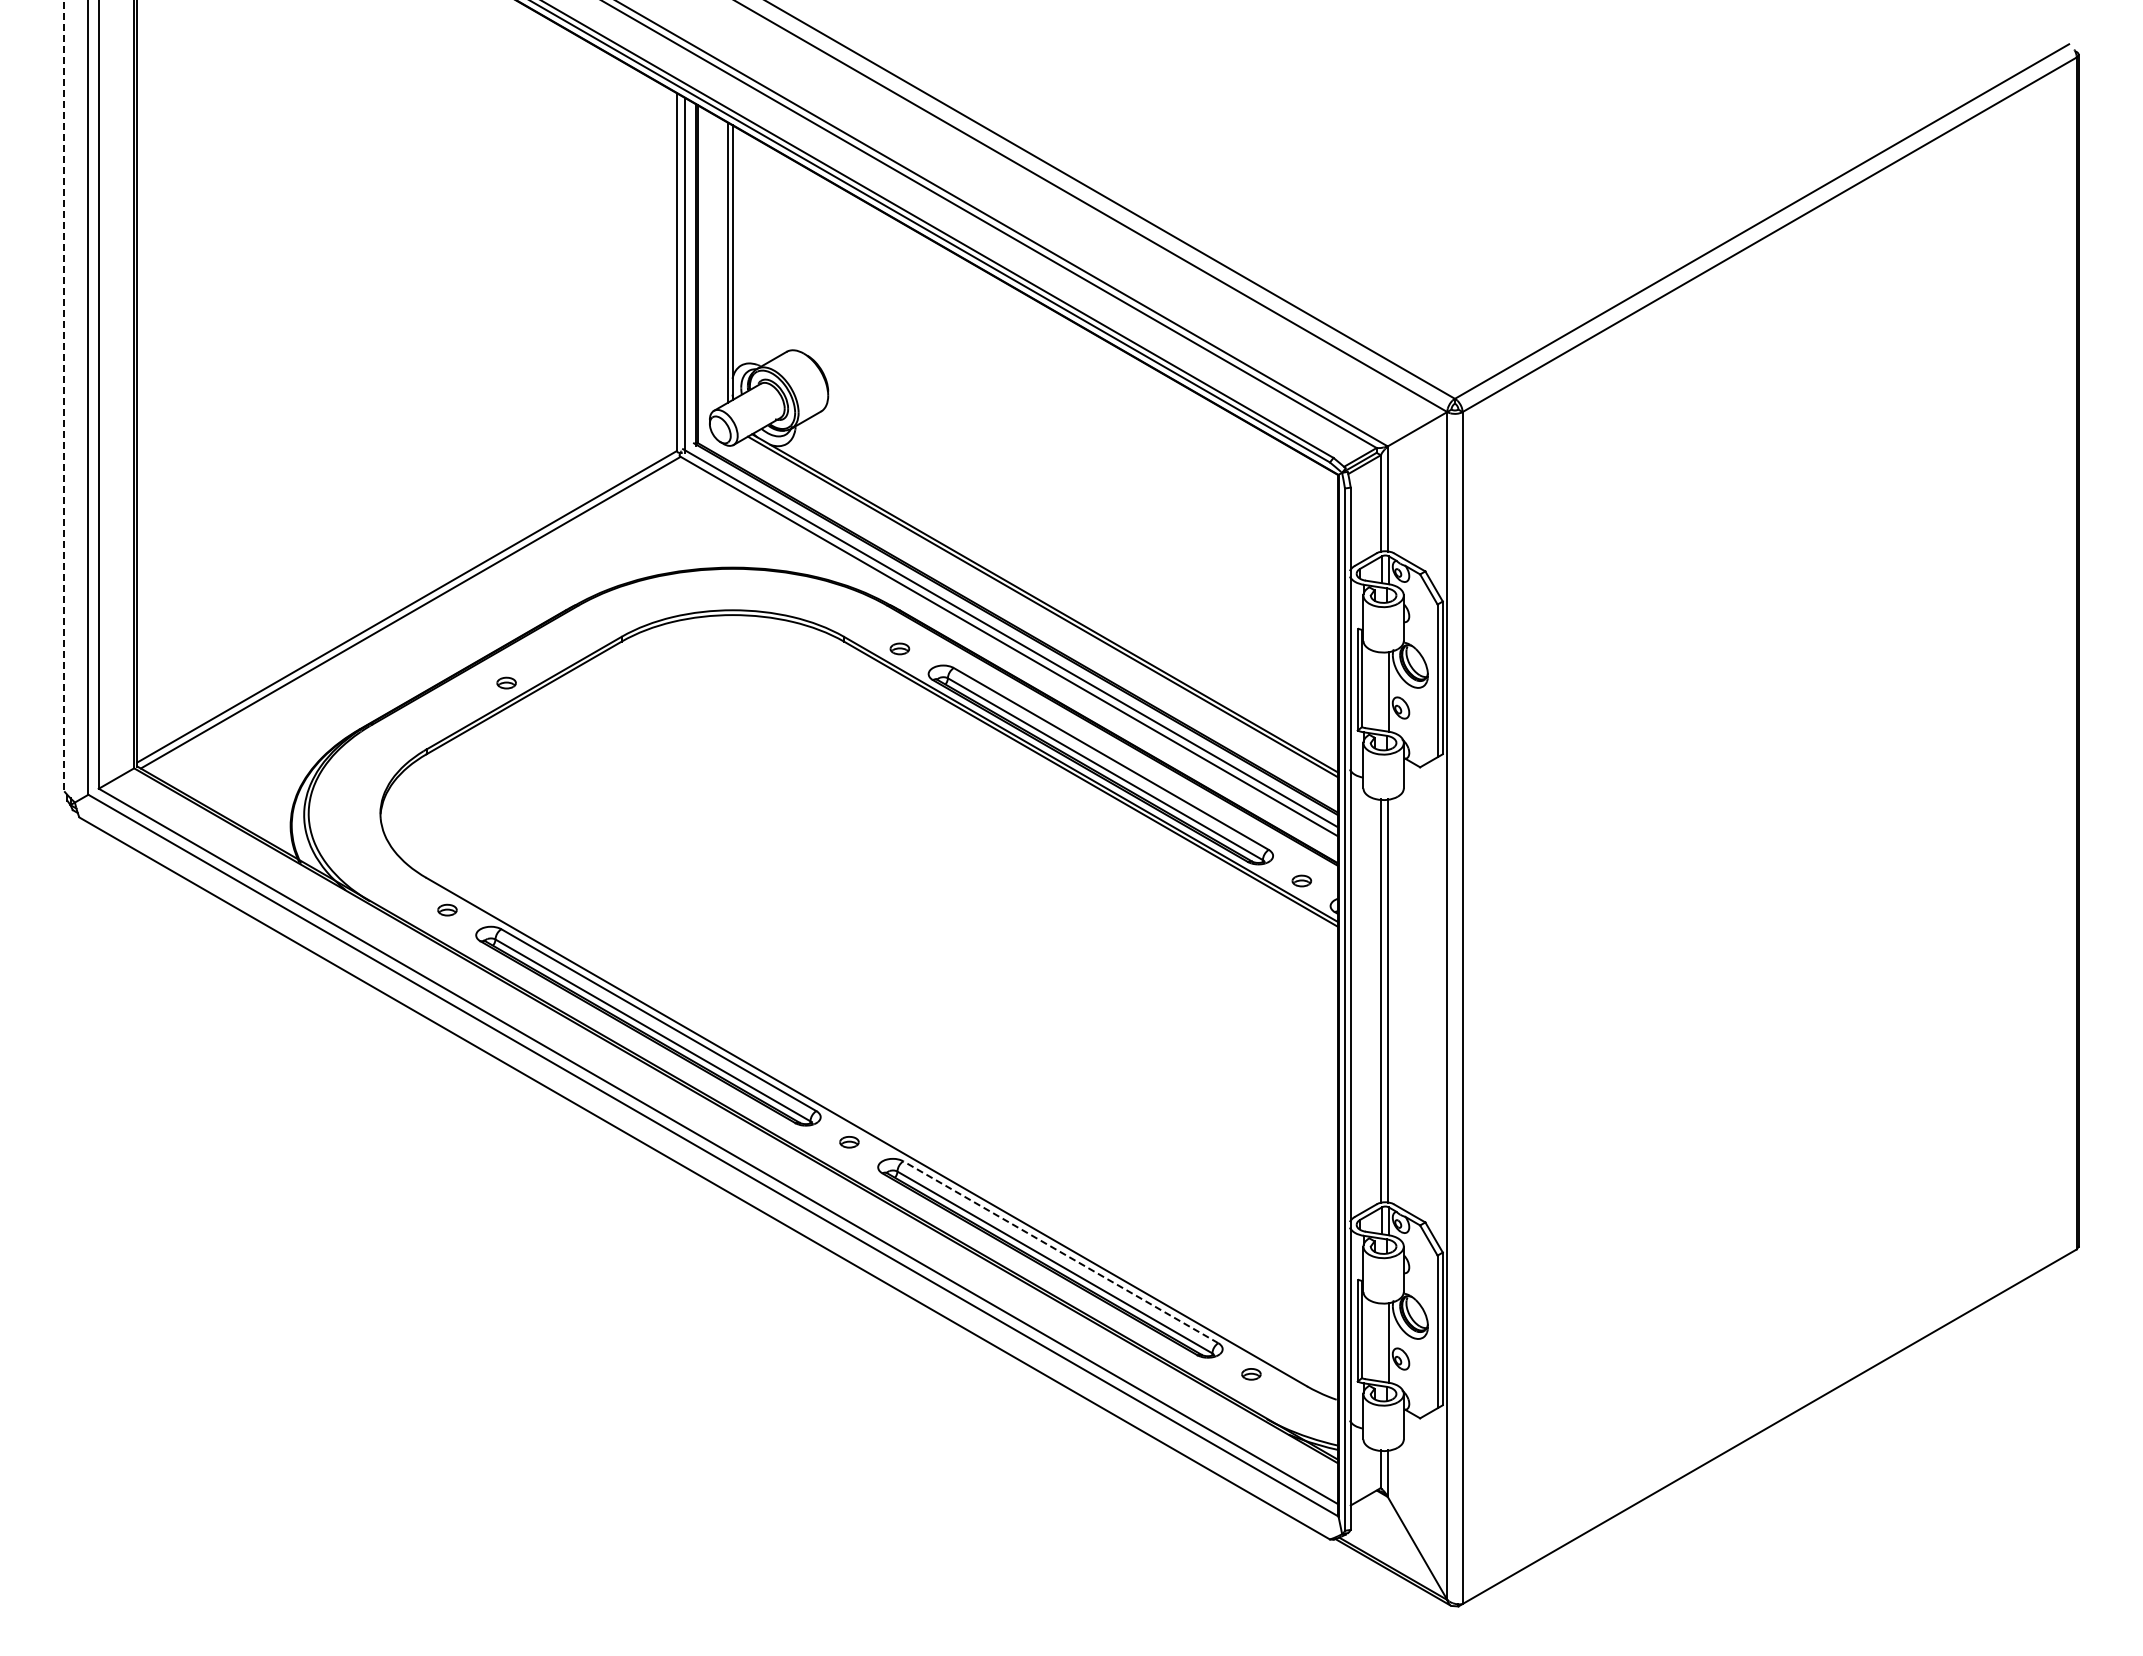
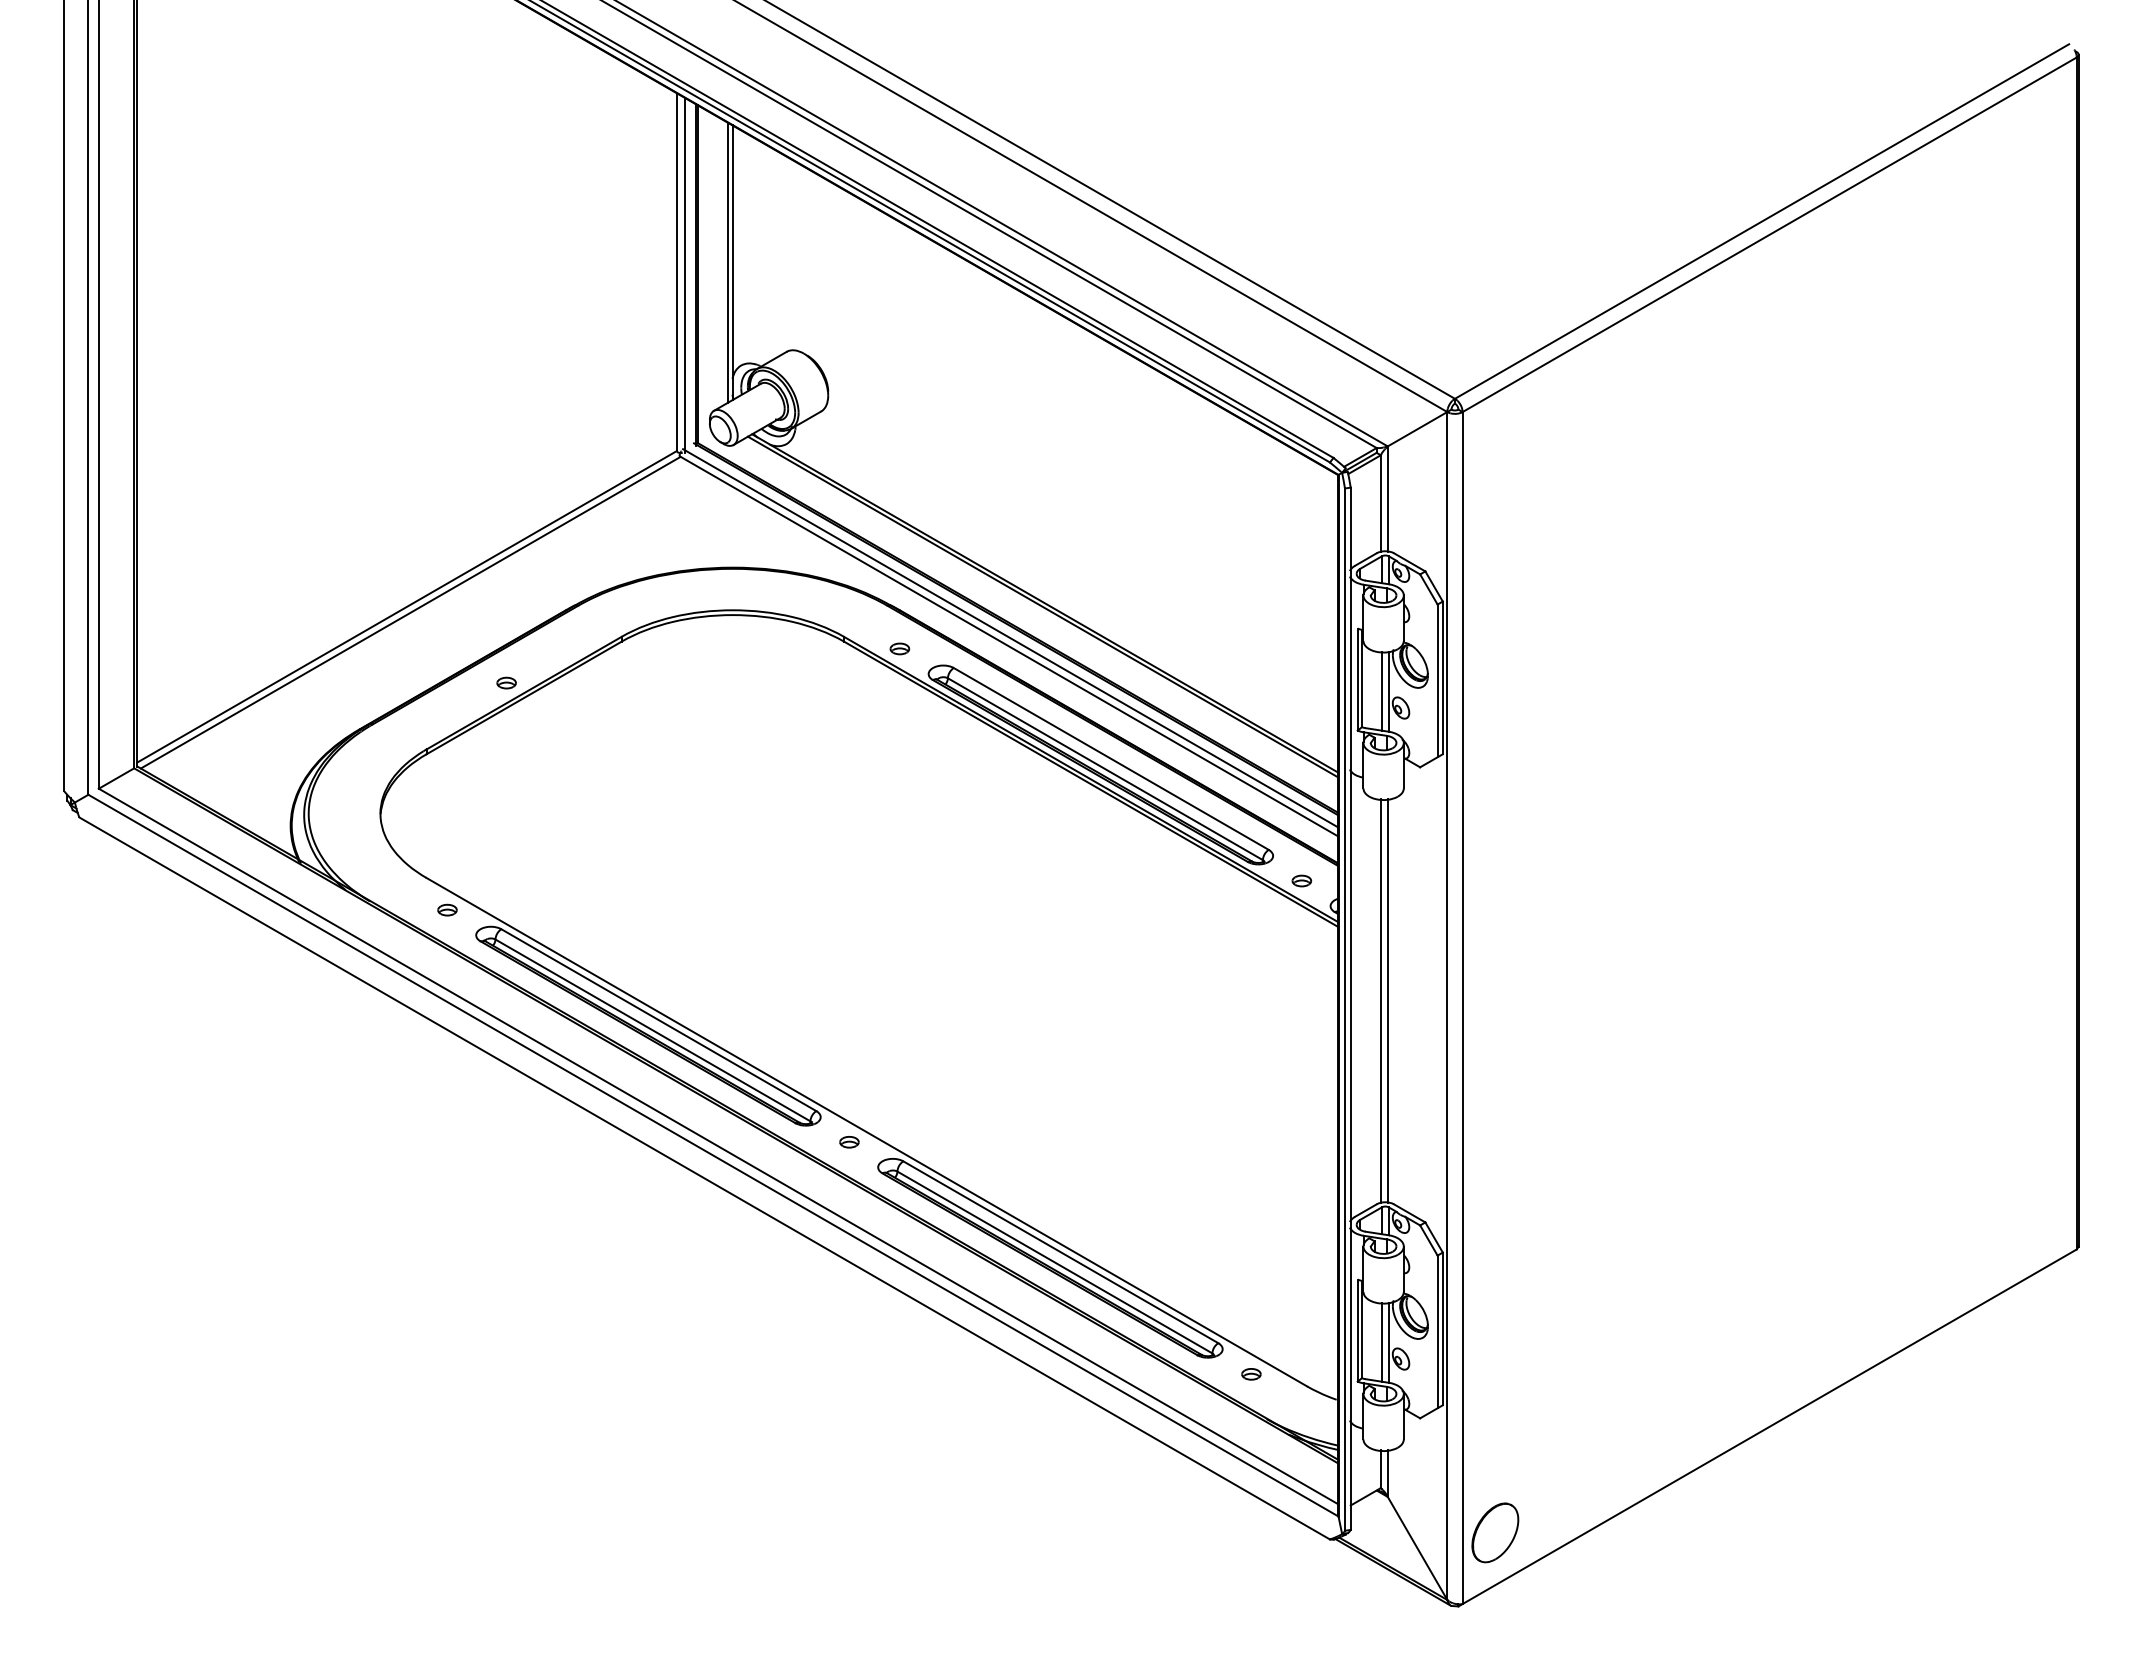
line at (64, 396): dashed -> solid
line at (1381, 691): none -> present
line at (1060, 1252): dashed -> solid
line at (1381, 1342): none -> present
part at (1495, 1532): none -> present
